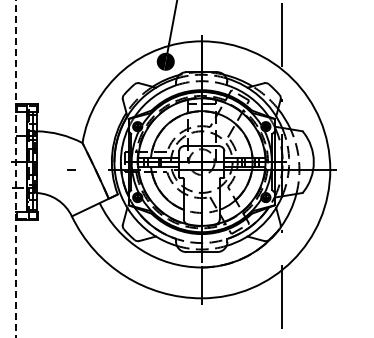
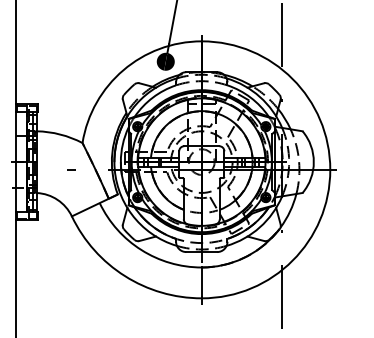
line at (16, 168): dashed -> solid
